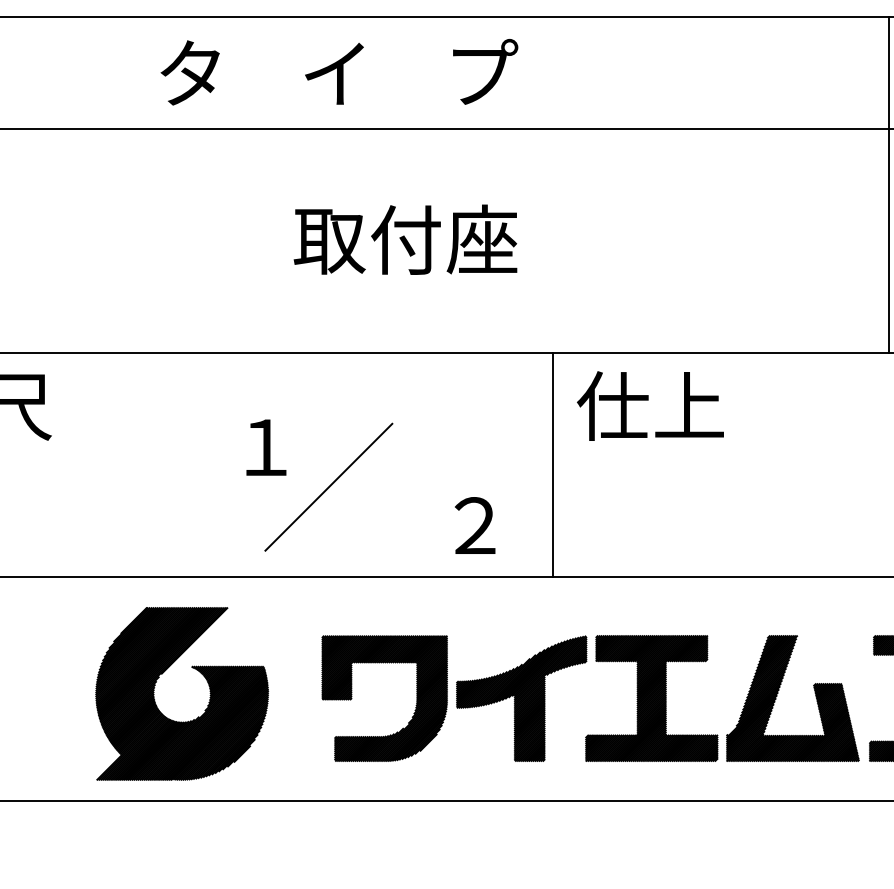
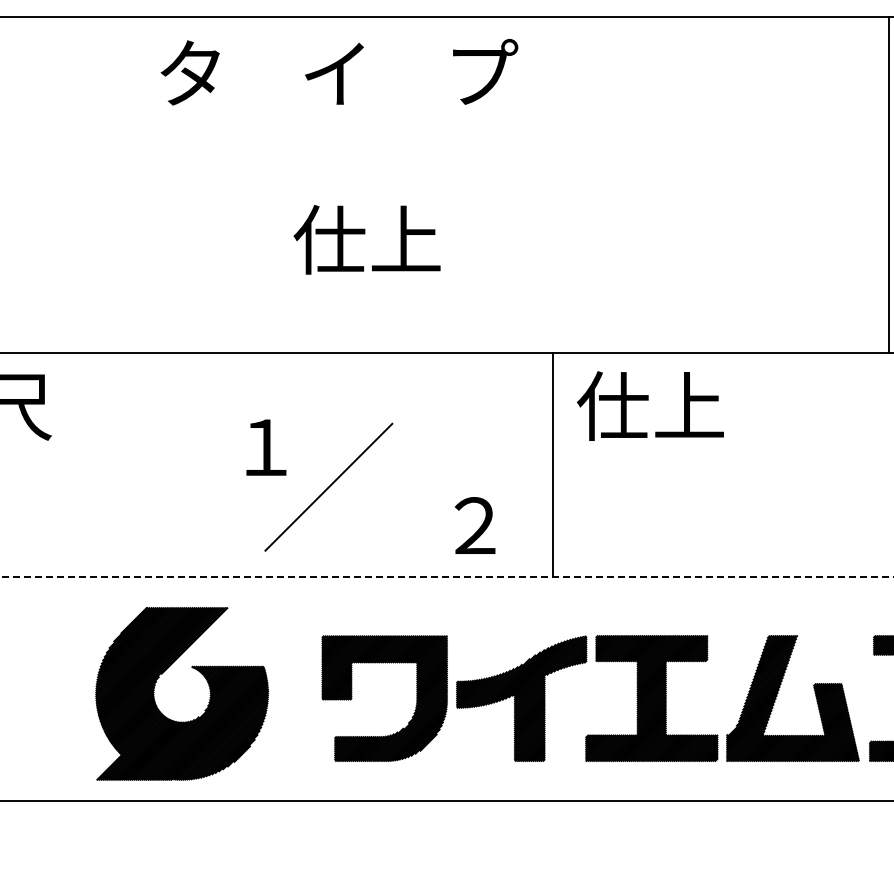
line at (446, 128): present -> none
text at (405, 239): 取付座 -> 仕上
line at (447, 576): solid -> dashed
